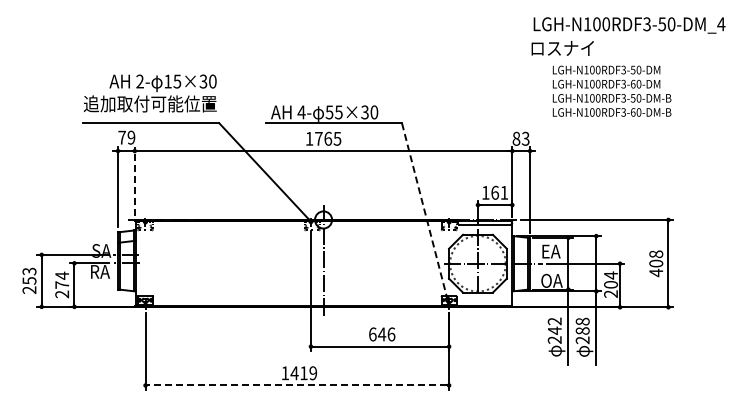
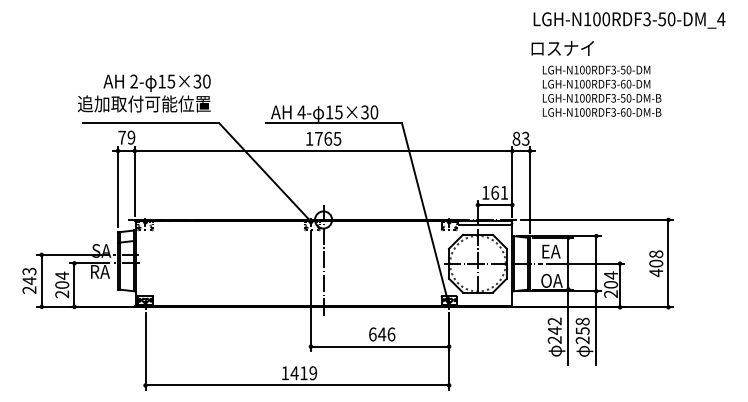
text at (629, 25) position: (629, 25) -> (629, 20)
text at (611, 90) position: (611, 90) -> (601, 90)
text at (150, 93) position: (150, 93) -> (144, 93)
text at (329, 112): 55×30 -> 15×30
line at (134, 181): dashed -> solid
line at (425, 213): dashed -> solid
text at (29, 280): 253 -> 243
text at (62, 284): 274 -> 204
text at (582, 330): 288 -> 258
line at (296, 385): dashed -> solid
